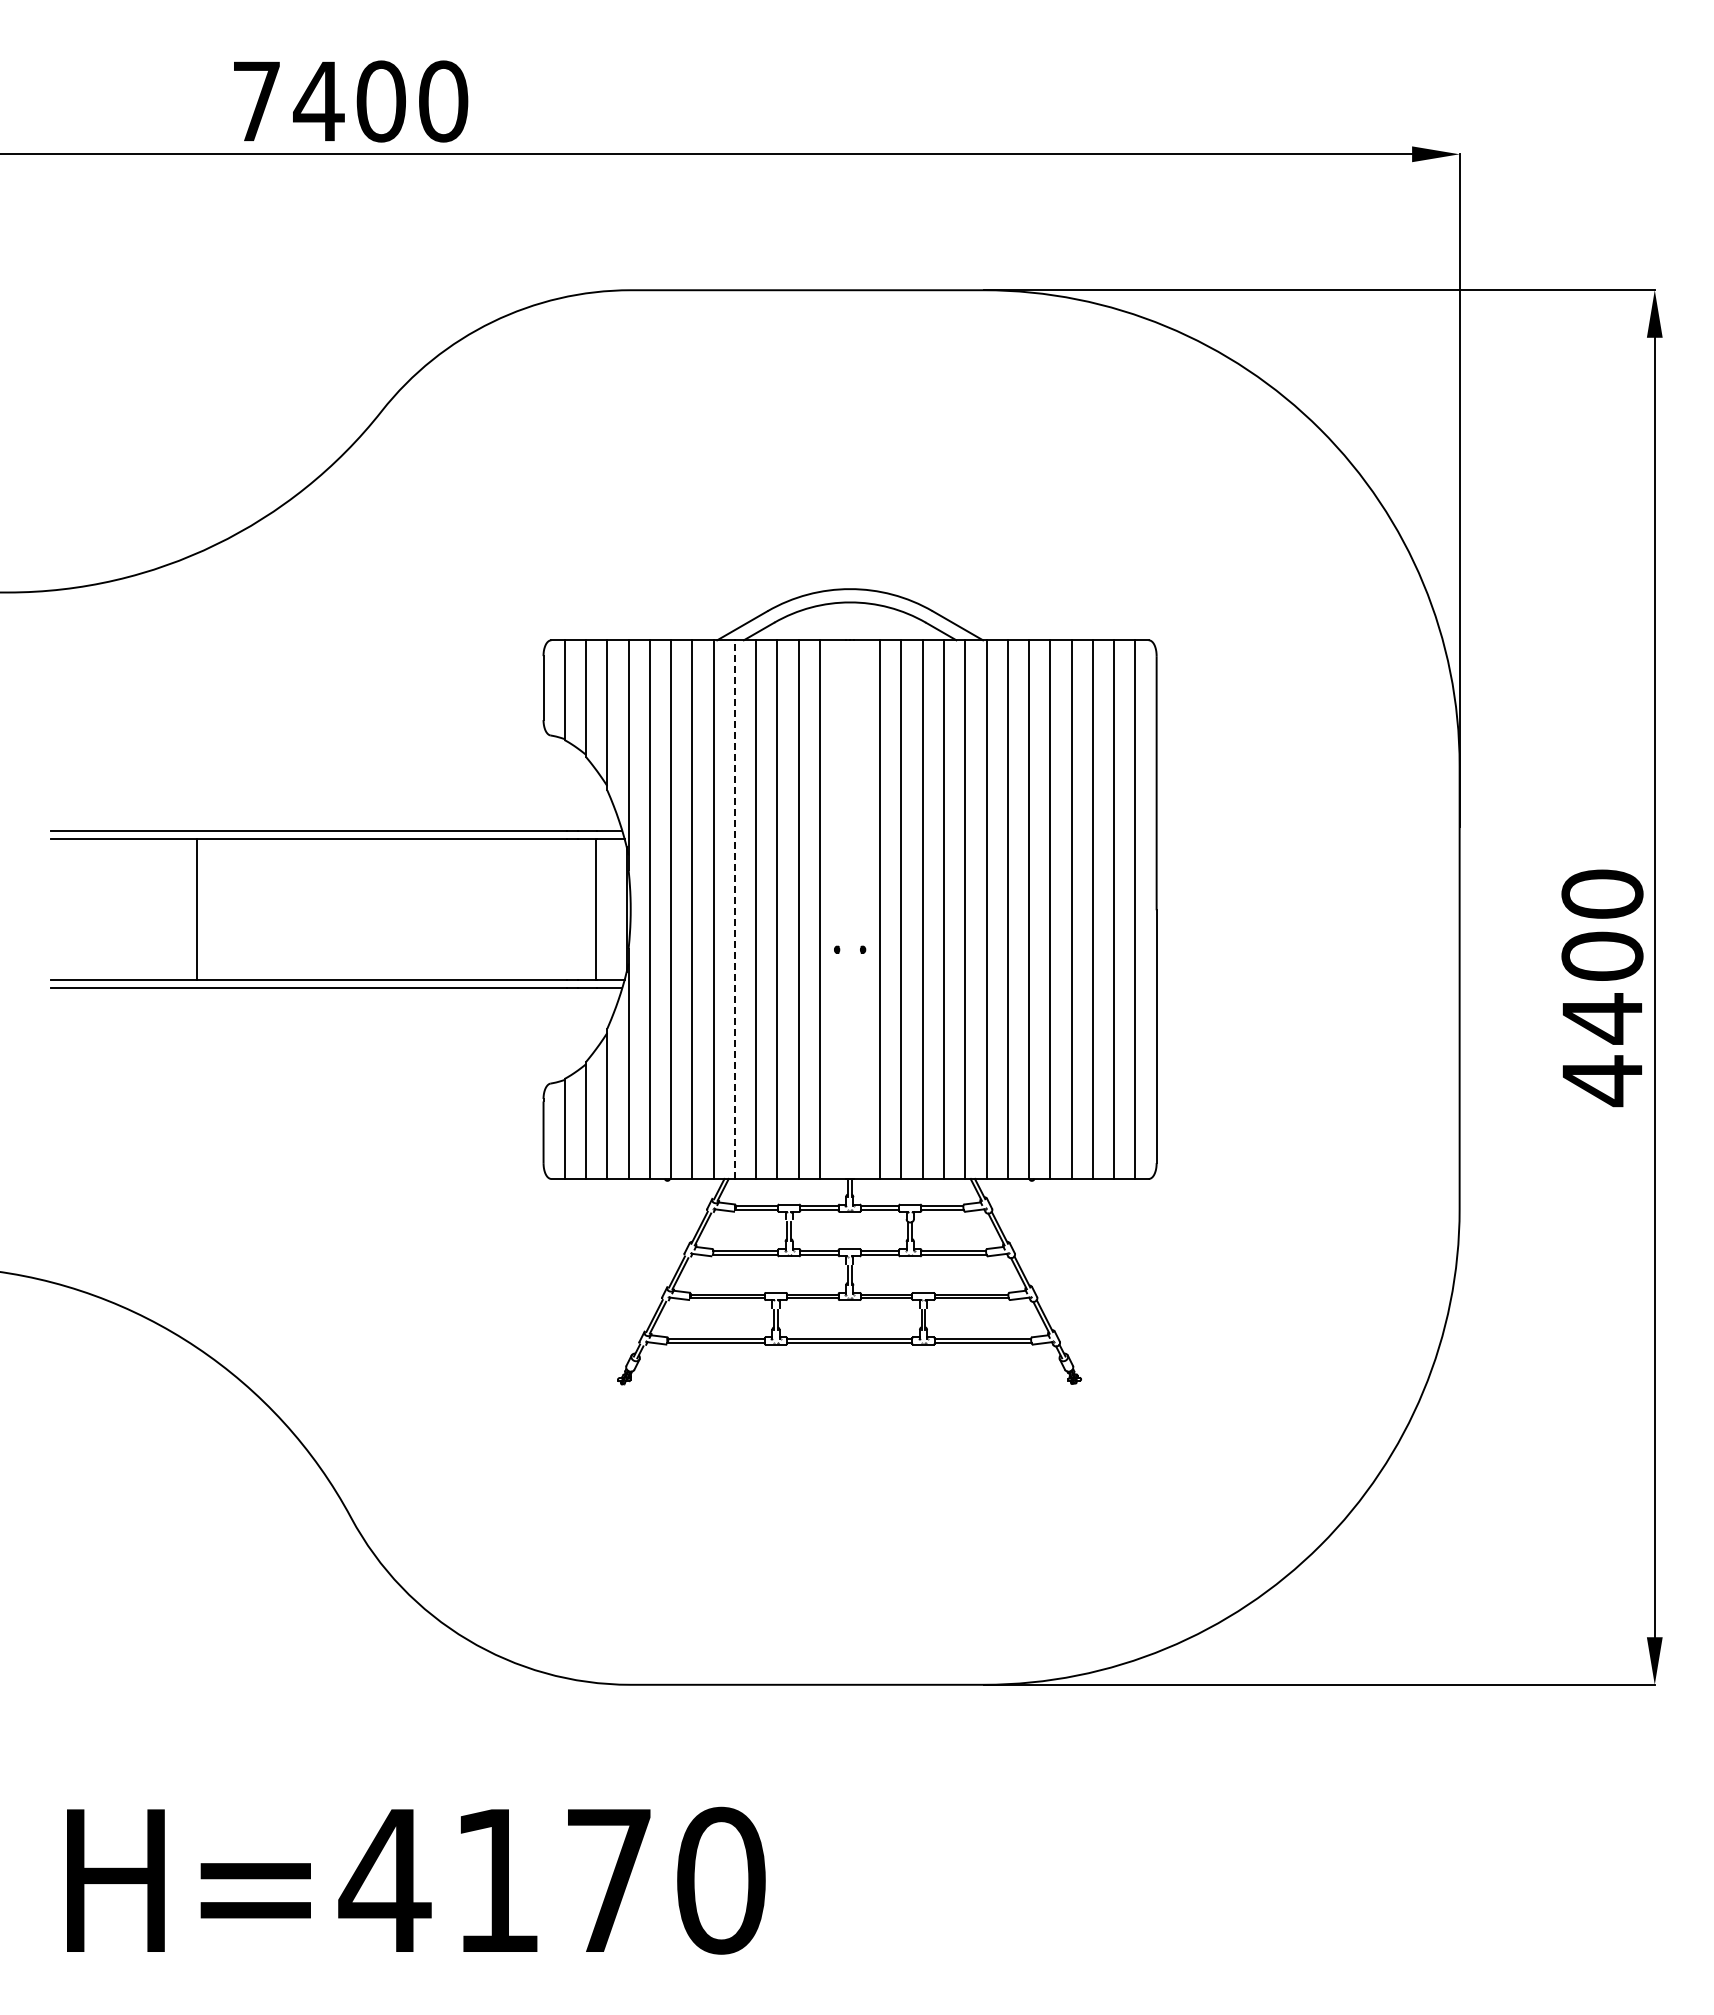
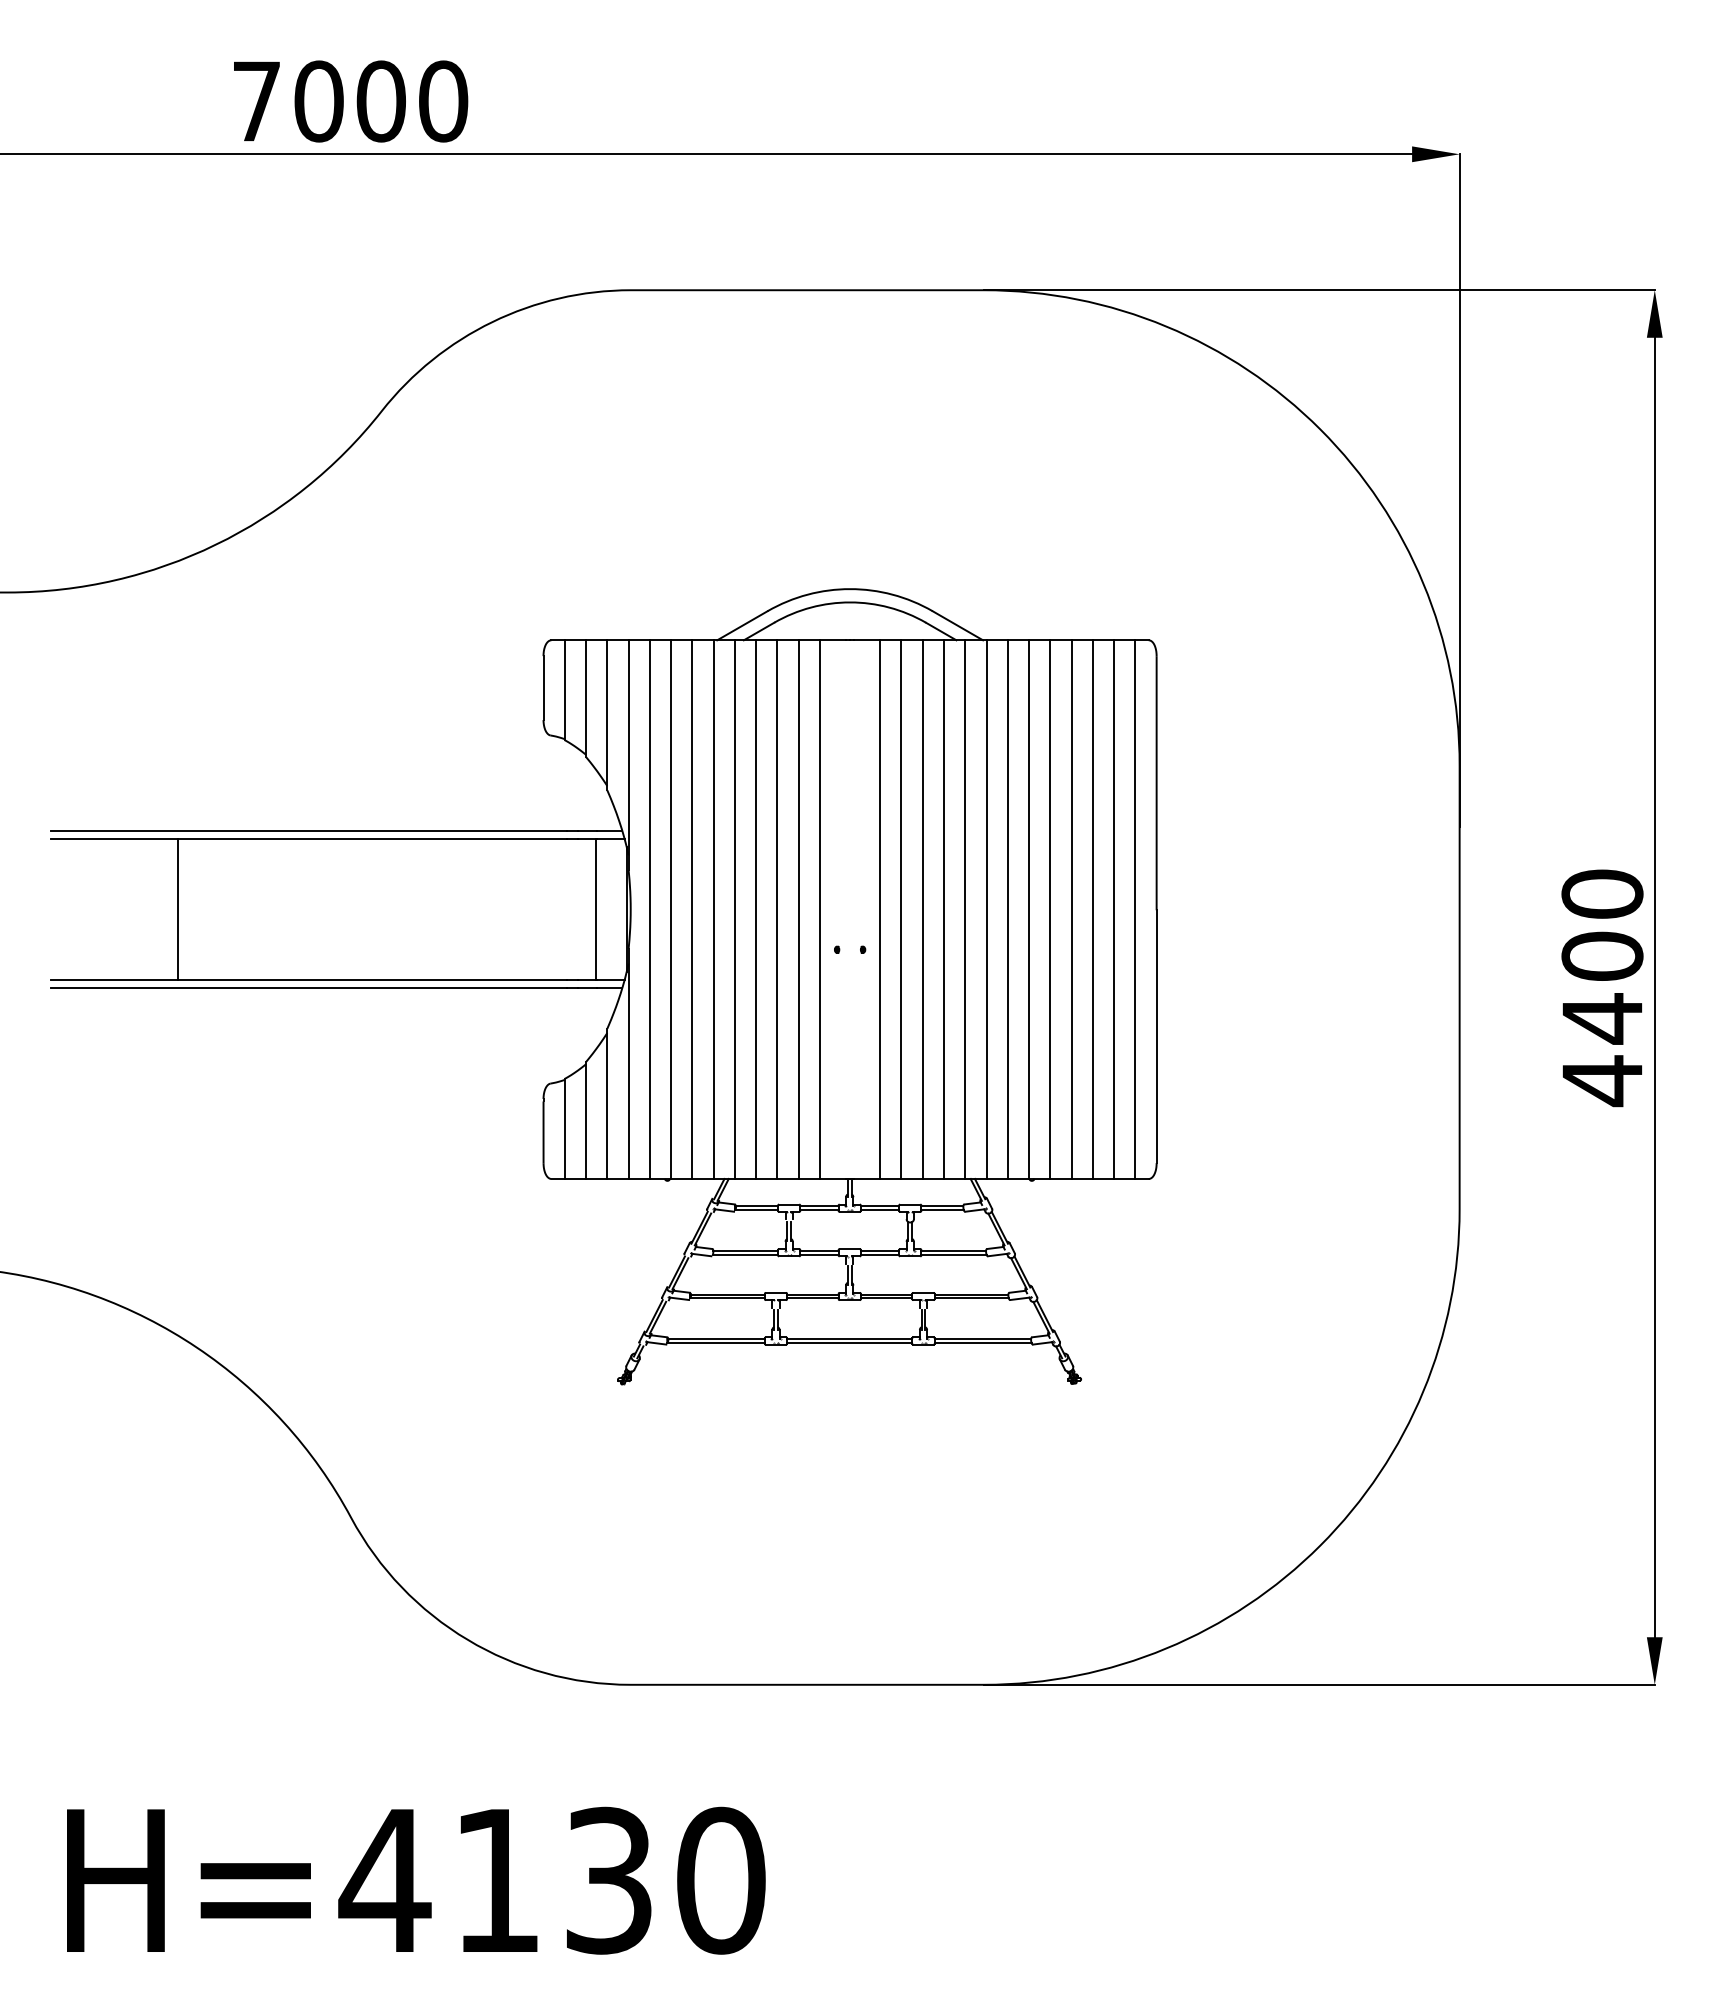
text at (318, 101): 7400 -> 7000
line at (197, 909) position: (197, 909) -> (178, 909)
line at (734, 909): dashed -> solid
text at (609, 1880): H=4170 -> H=4130
